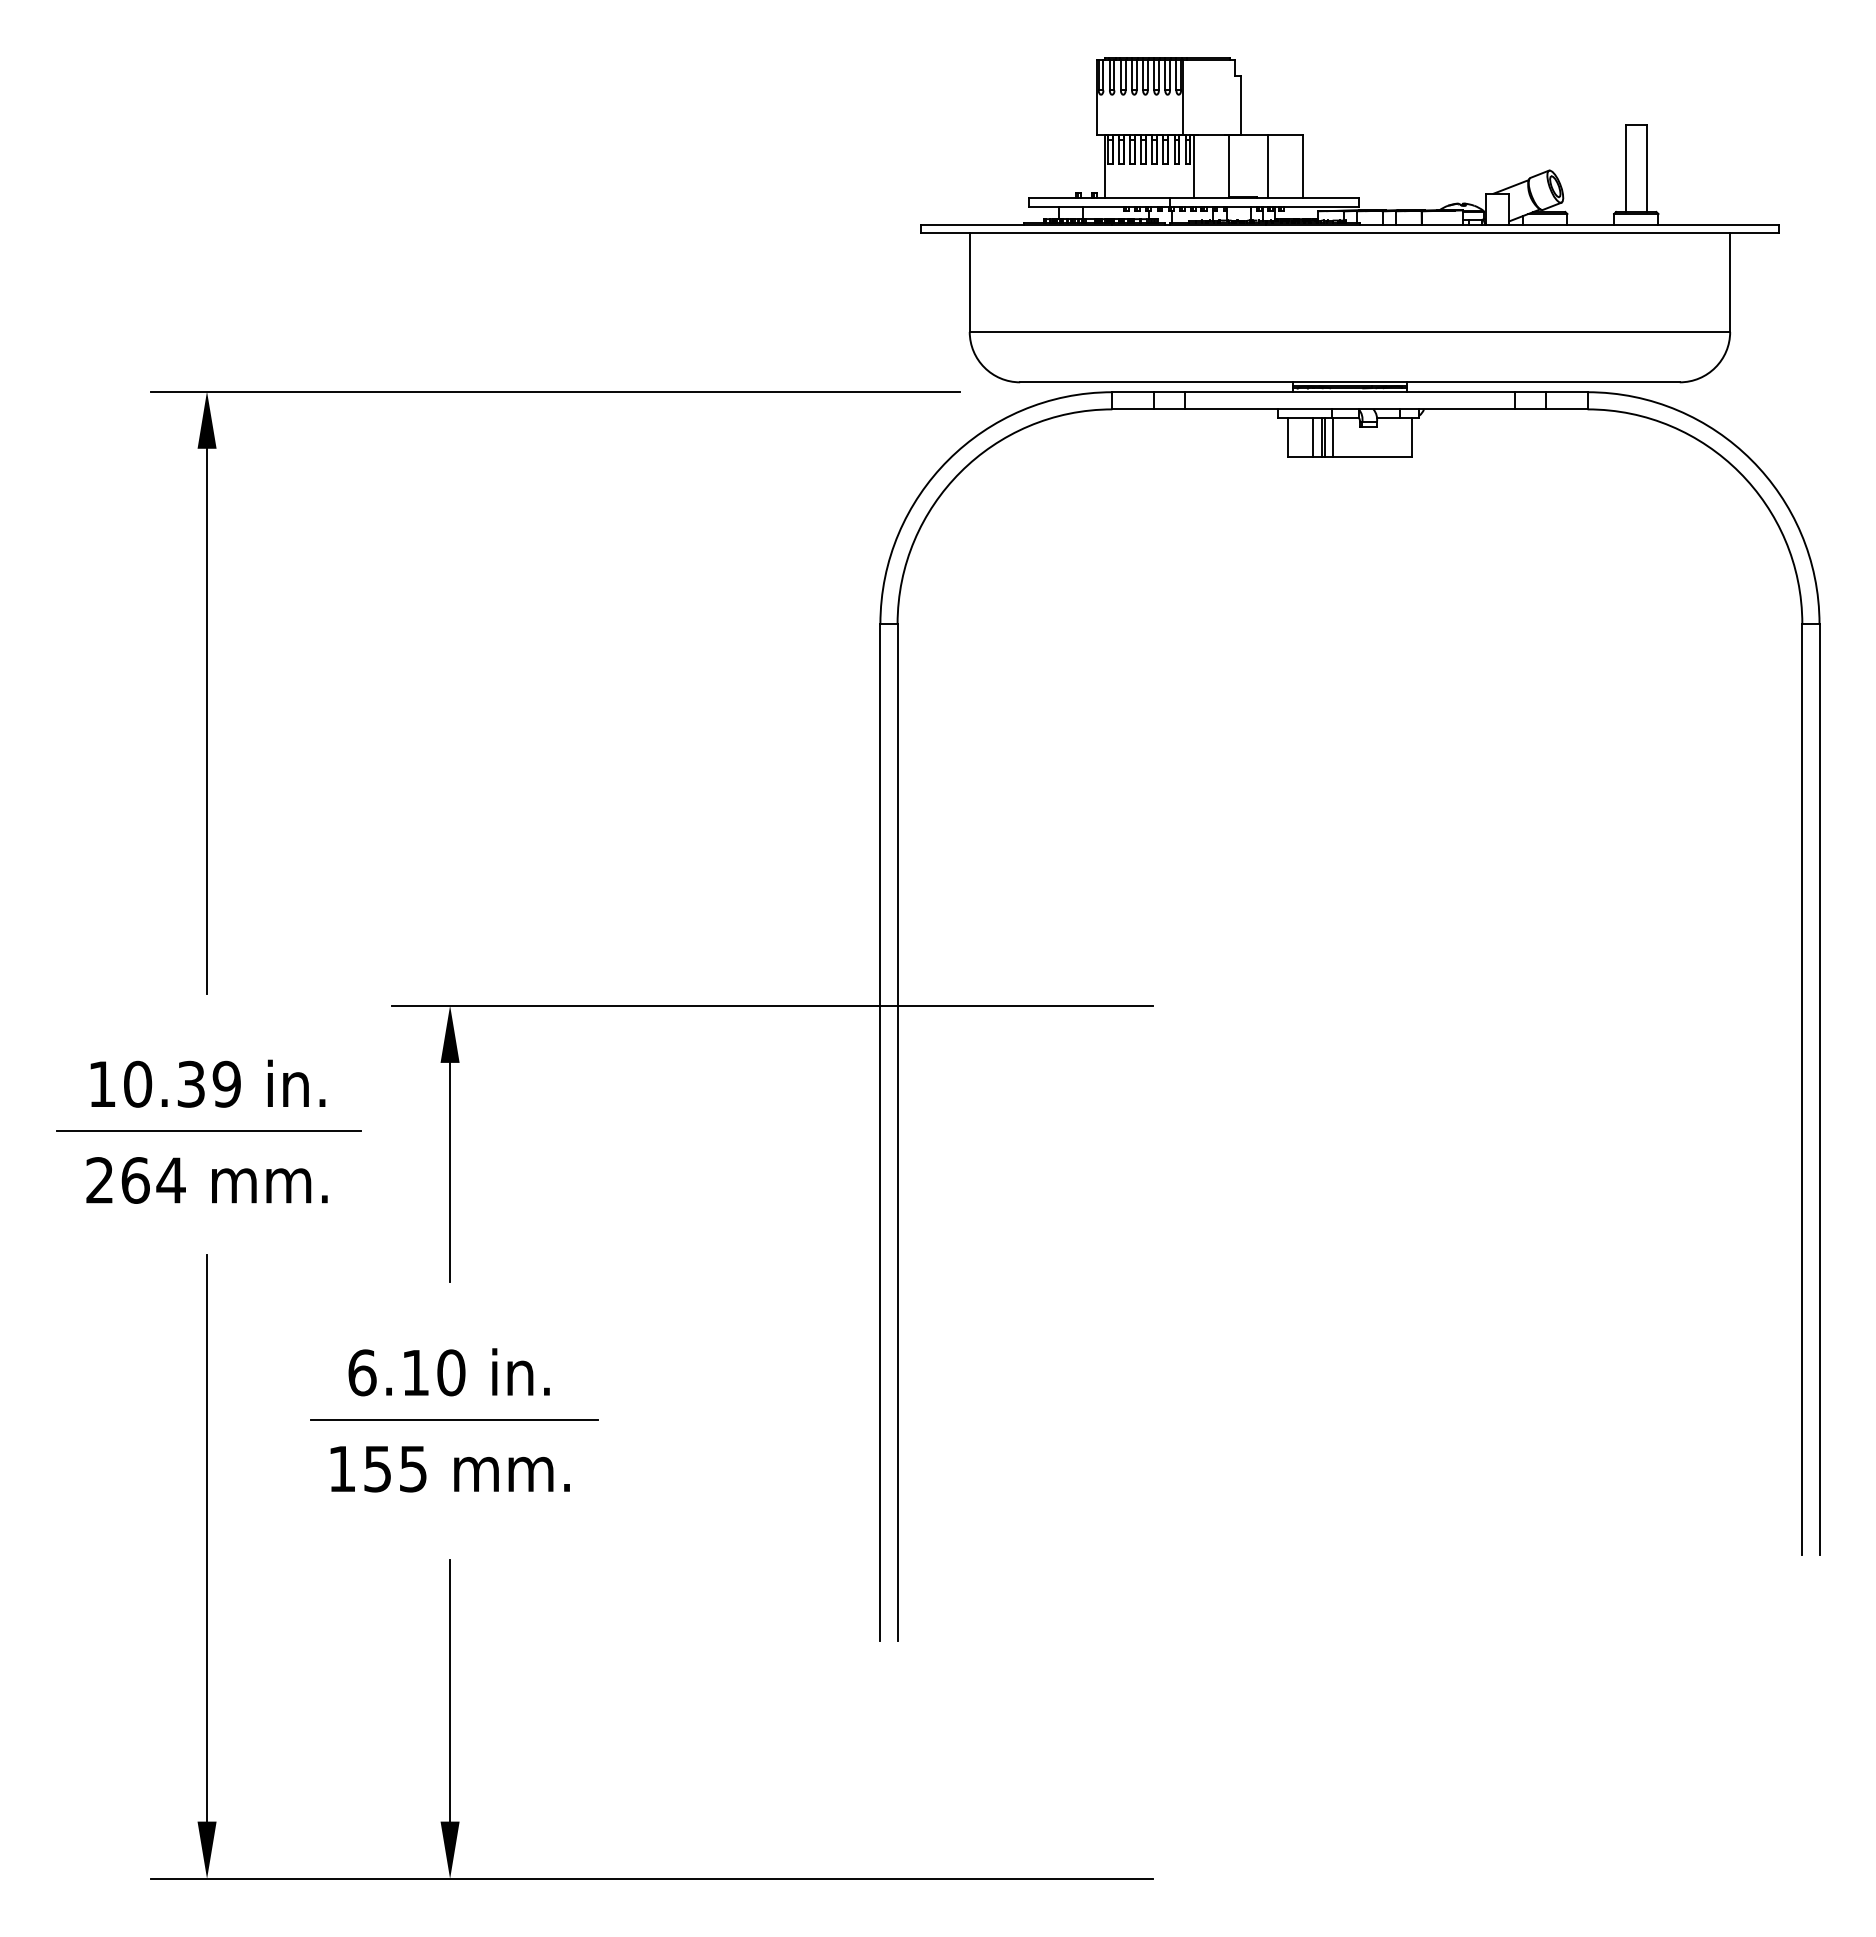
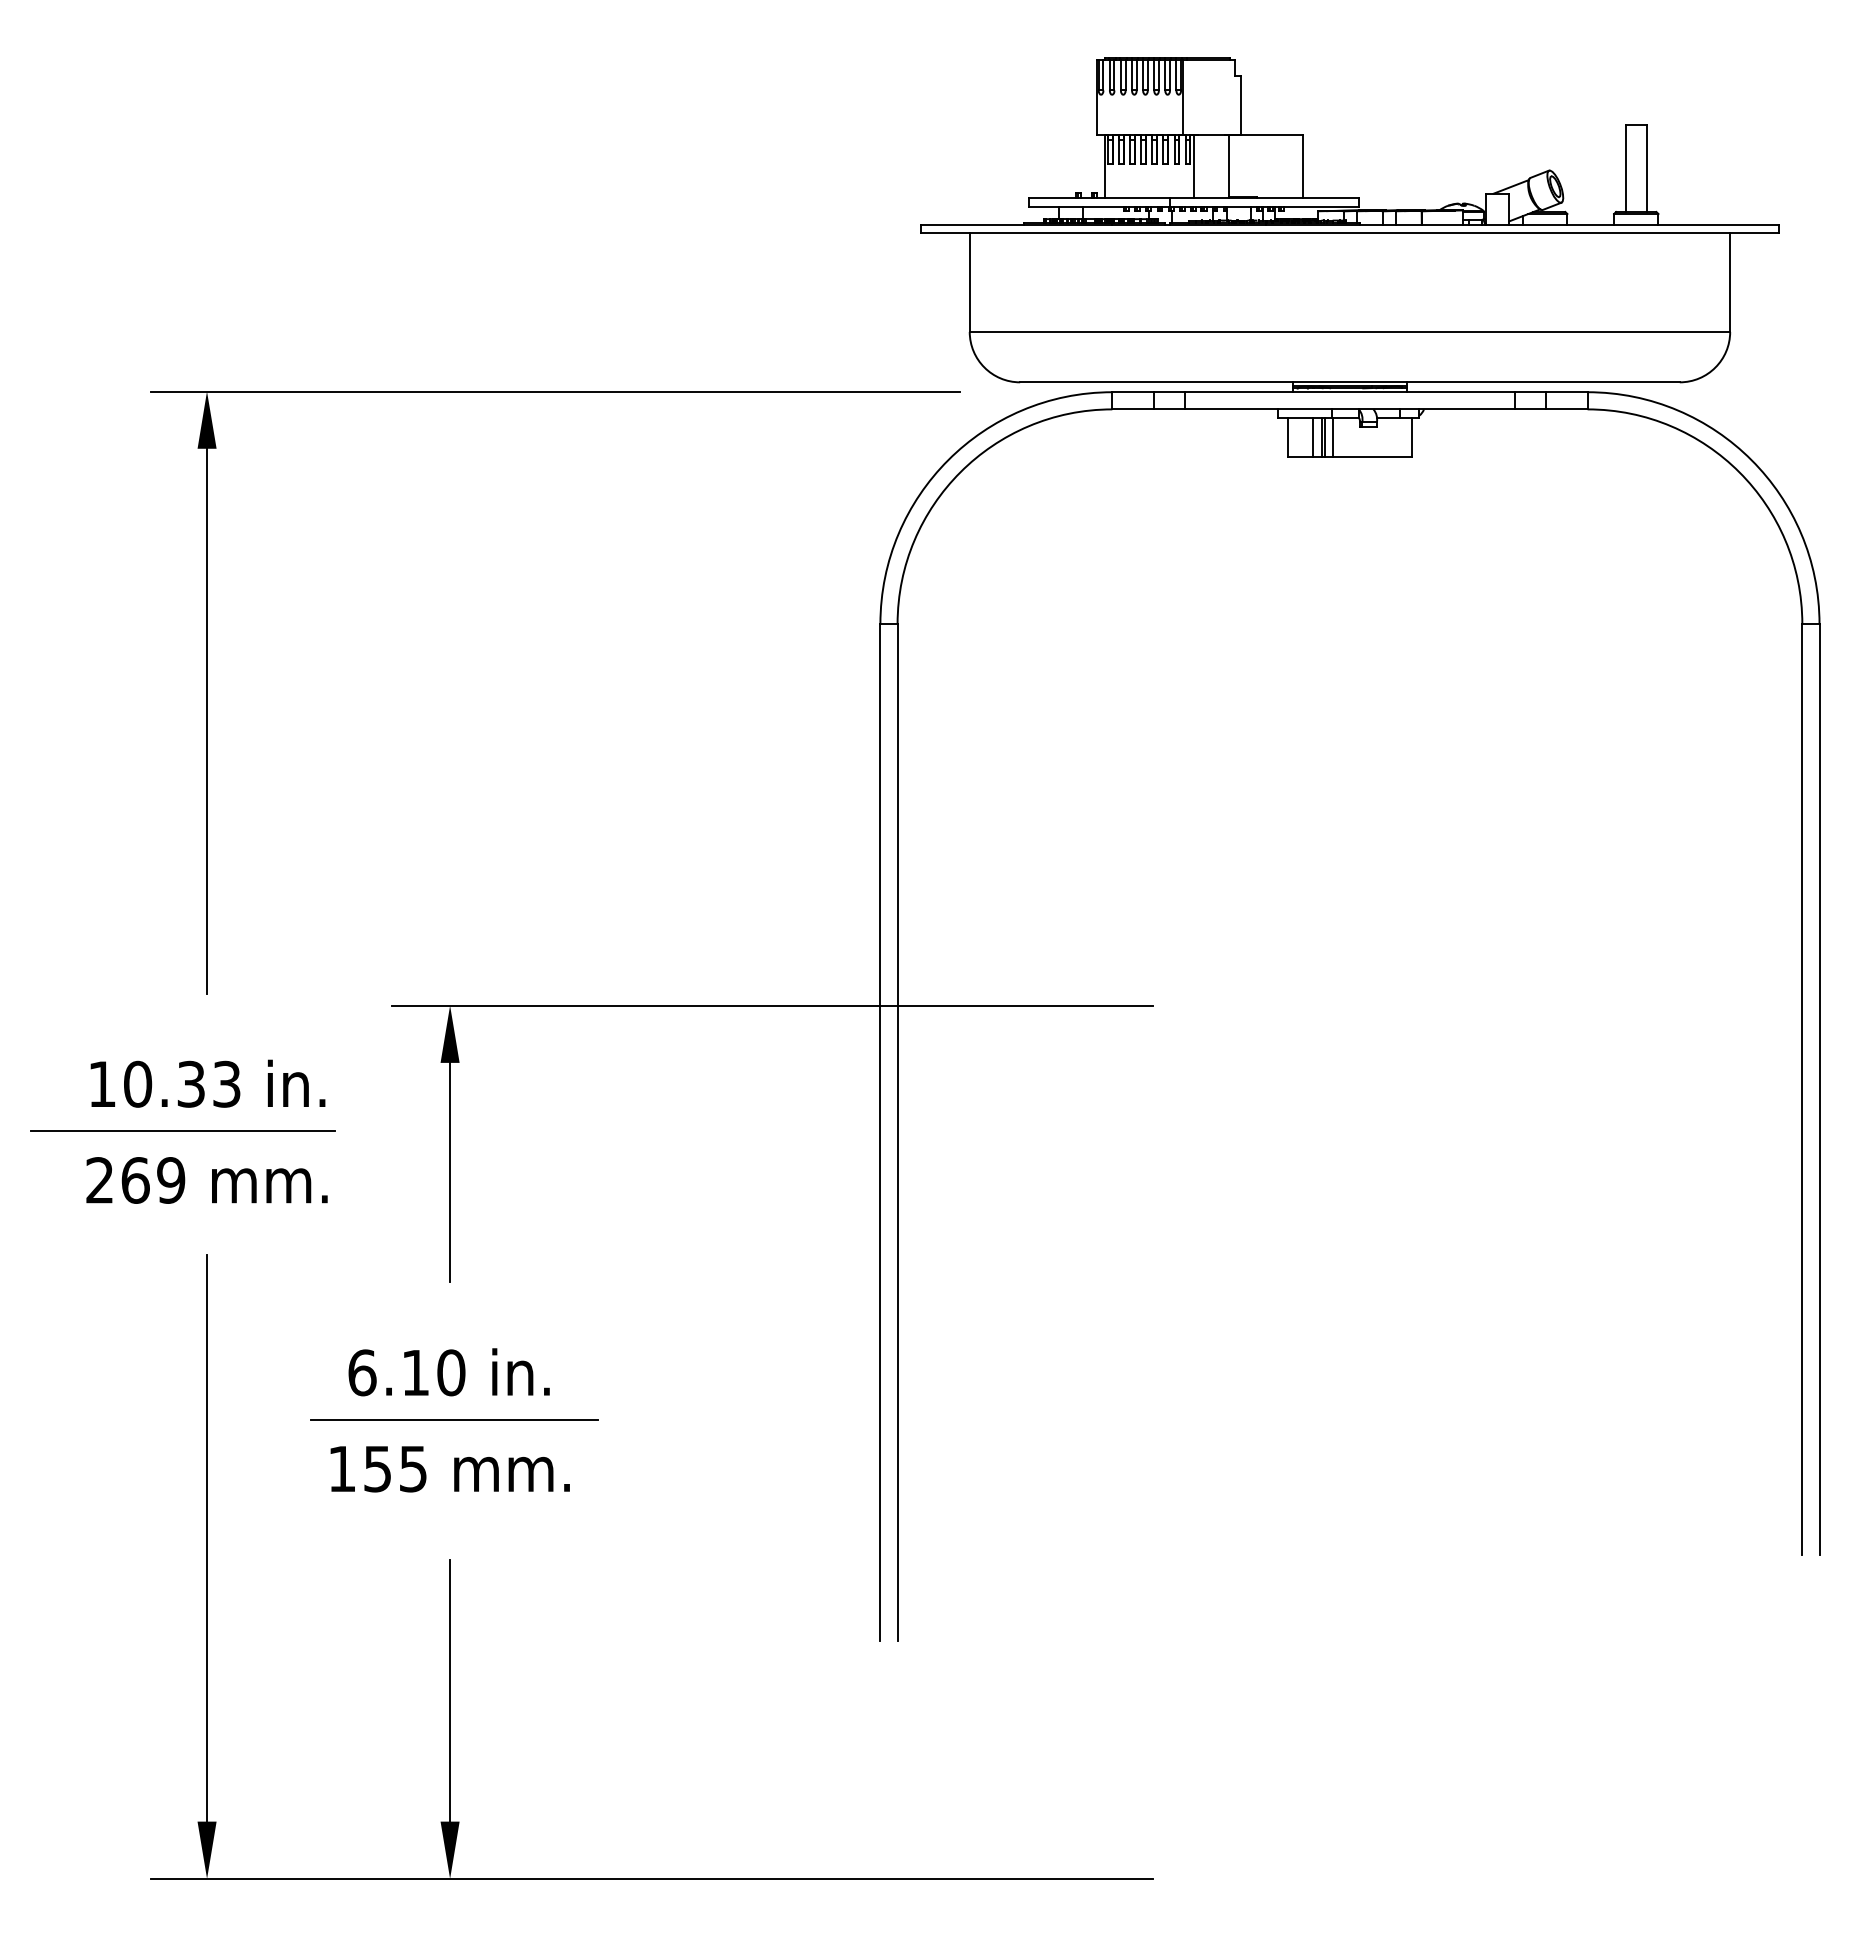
line at (1268, 166): present -> none
text at (226, 1084): 10.39 -> 10.33
line at (208, 1130) position: (208, 1130) -> (182, 1130)
text at (170, 1180): 264 -> 269
